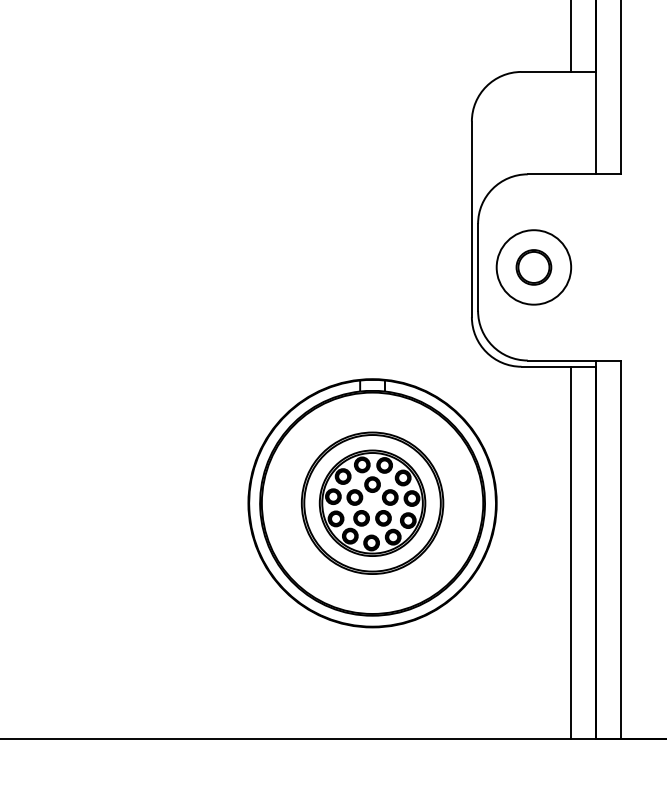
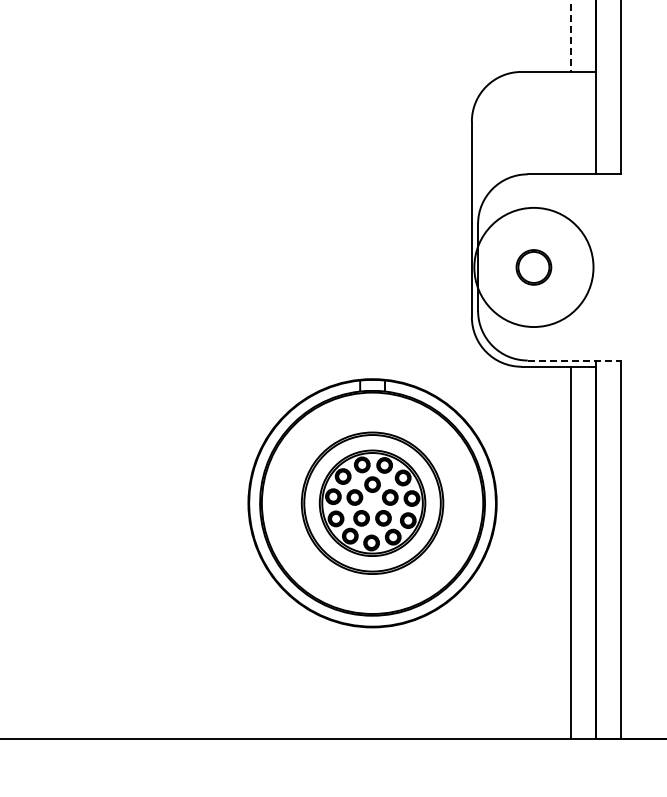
line at (571, 36): solid -> dashed
circle at (533, 267) diameter: 74 px -> 119 px
line at (574, 360): solid -> dashed
